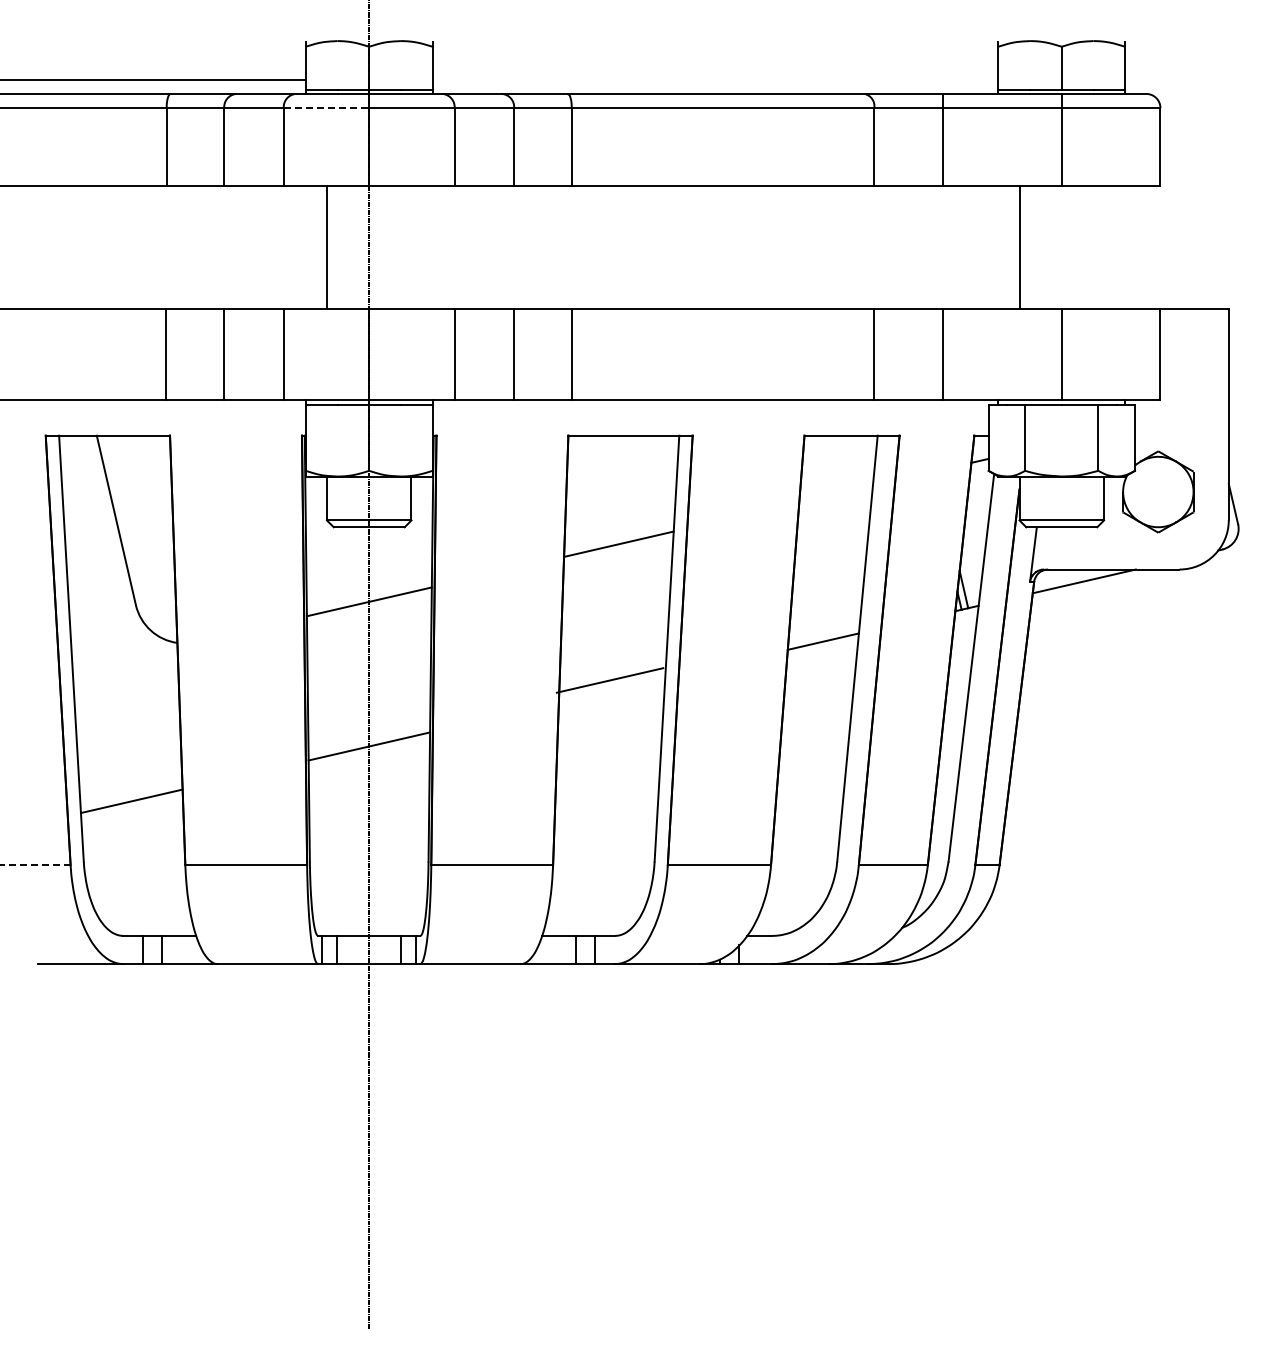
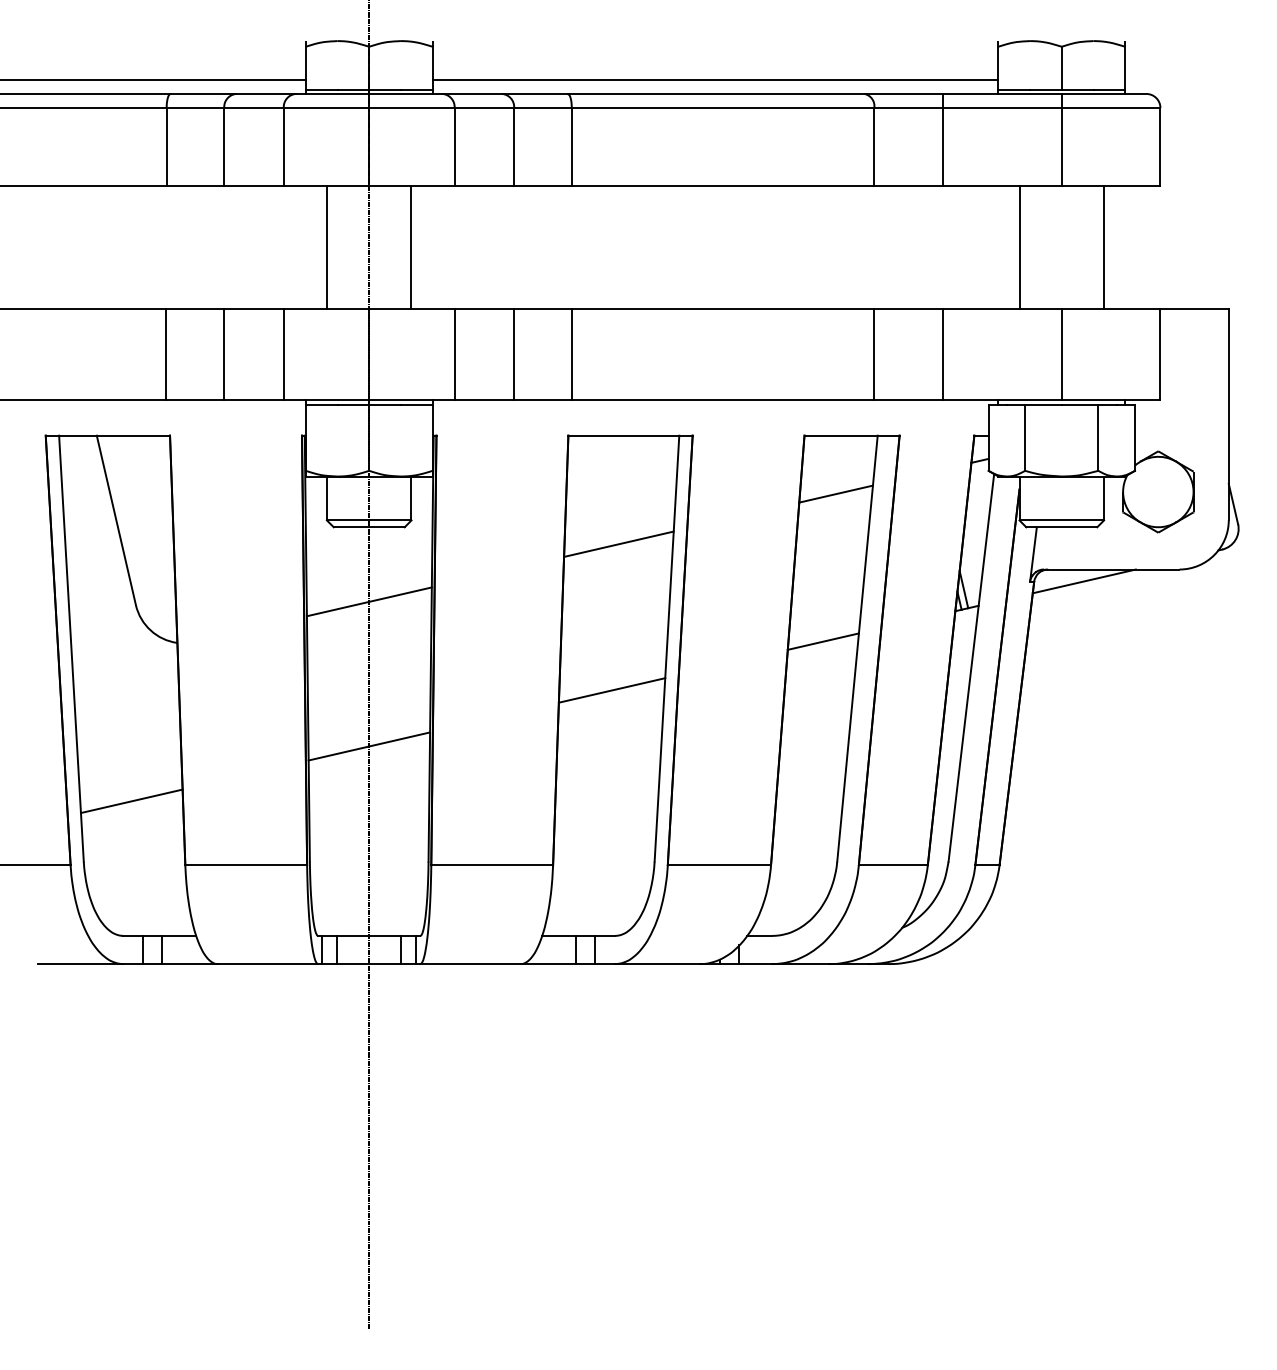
line at (715, 79): none -> present
line at (326, 108): dashed -> solid
line at (411, 246): none -> present
line at (1104, 246): none -> present
line at (835, 493): none -> present
line at (609, 680) position: (609, 680) -> (611, 690)
line at (34, 865): dashed -> solid
